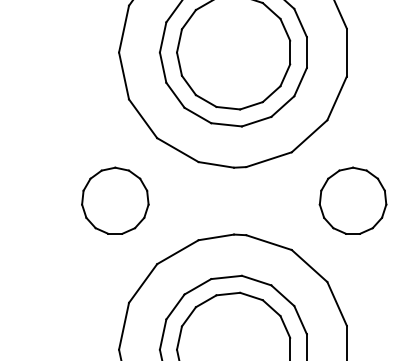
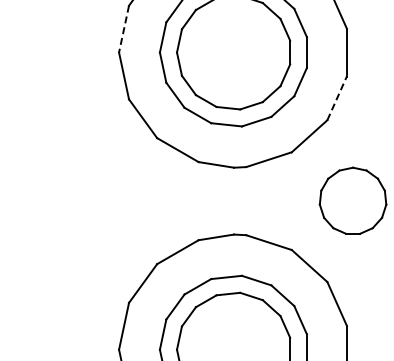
line at (124, 29): solid -> dashed
line at (337, 98): solid -> dashed
part at (115, 200): present -> none
